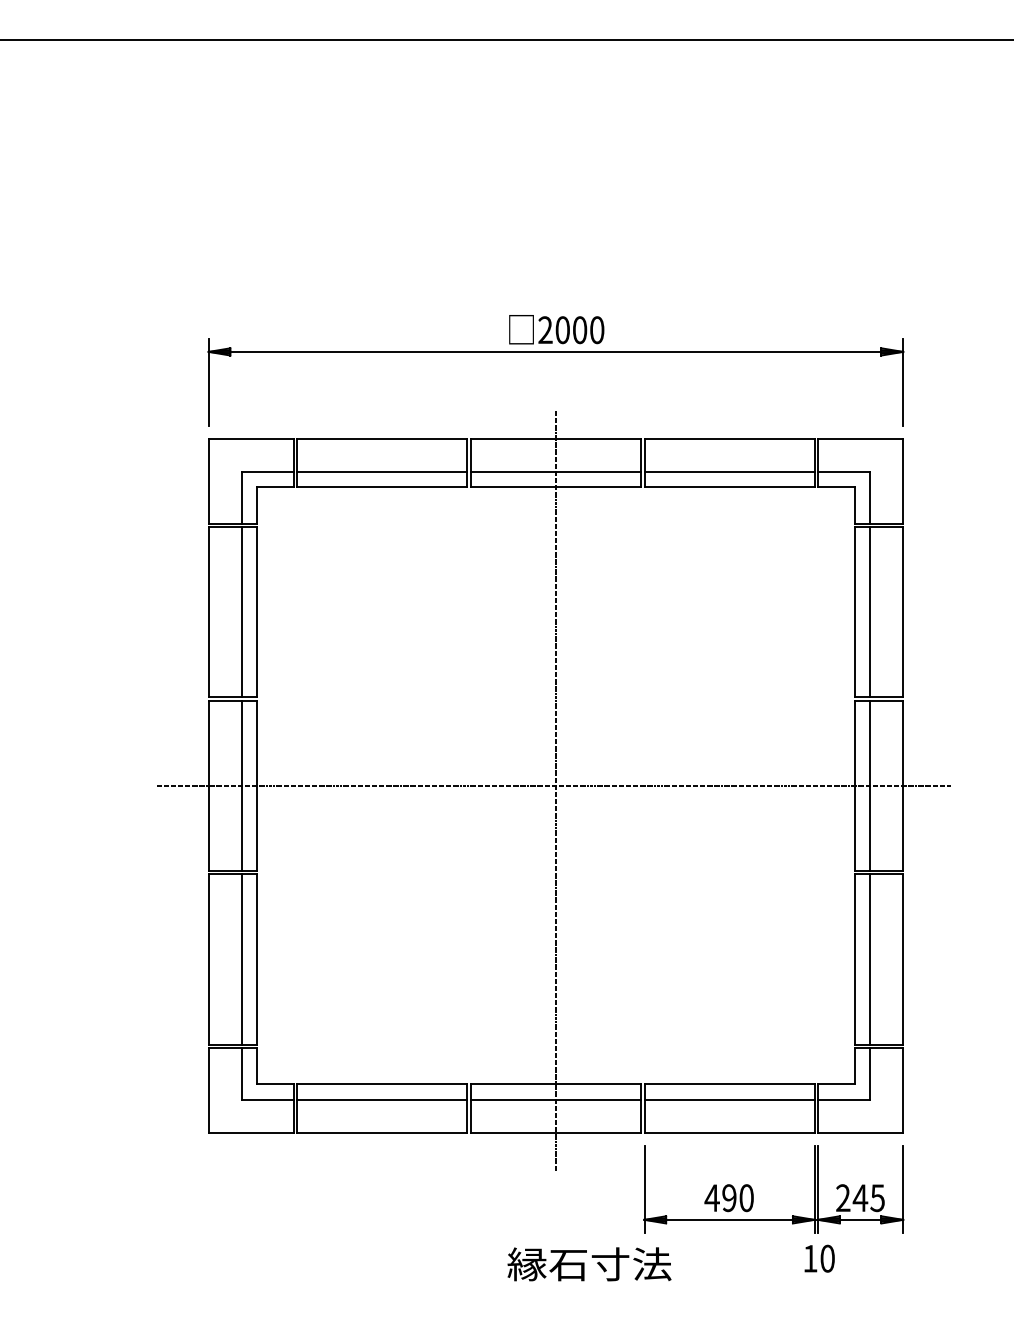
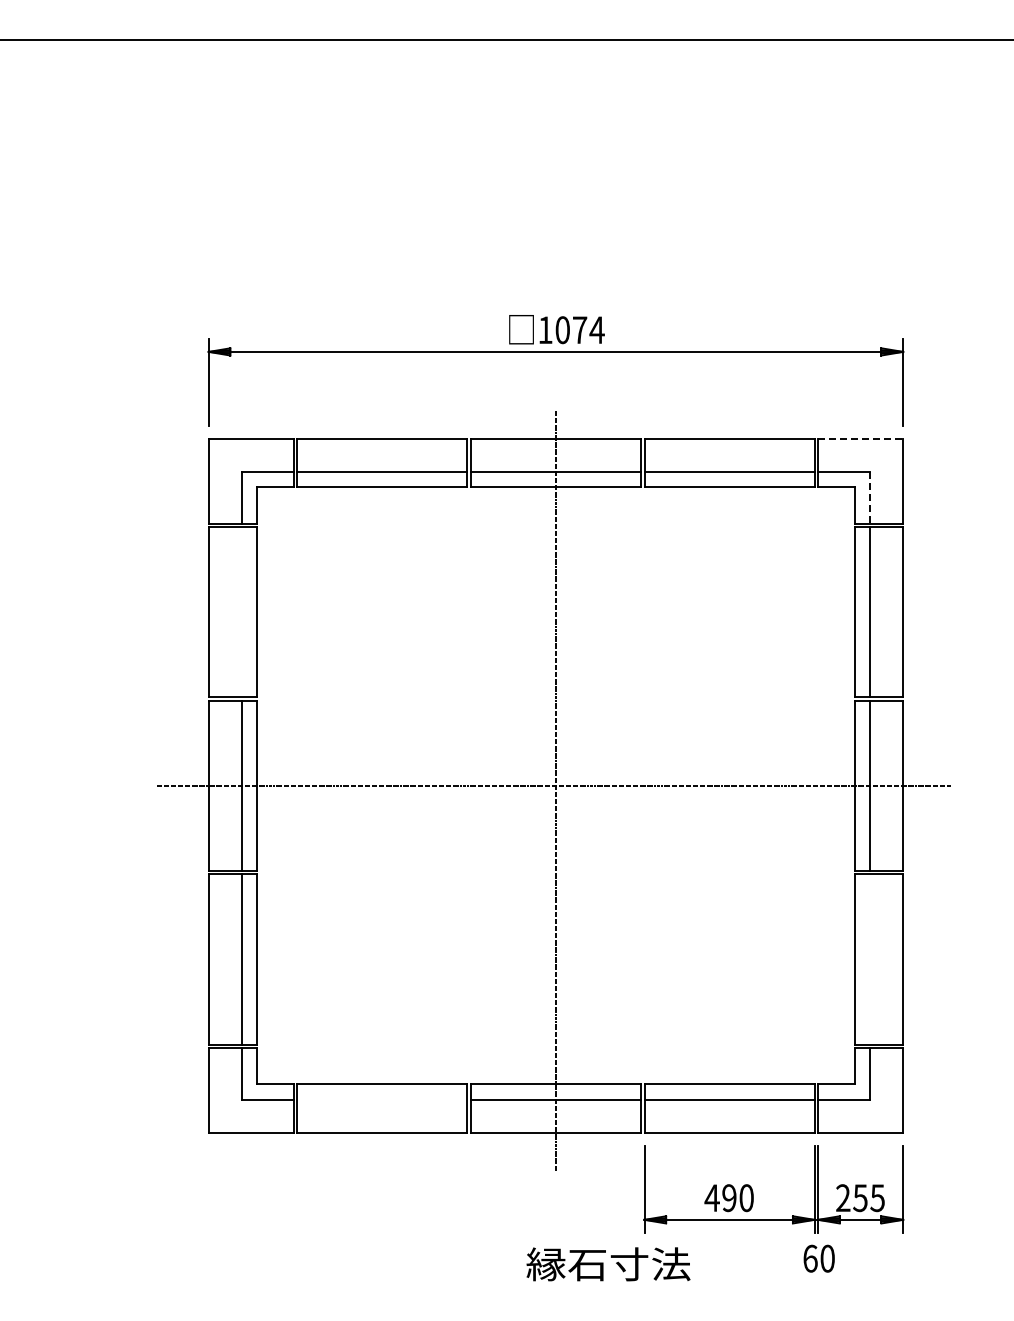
text at (571, 330): 2000 -> 1074
line at (860, 438): solid -> dashed
line at (870, 498): solid -> dashed
line at (241, 612): present -> none
line at (870, 959): present -> none
line at (382, 1100): present -> none
text at (860, 1198): 245 -> 255
text at (810, 1258): 10 -> 60
text at (589, 1264) position: (589, 1264) -> (608, 1264)
